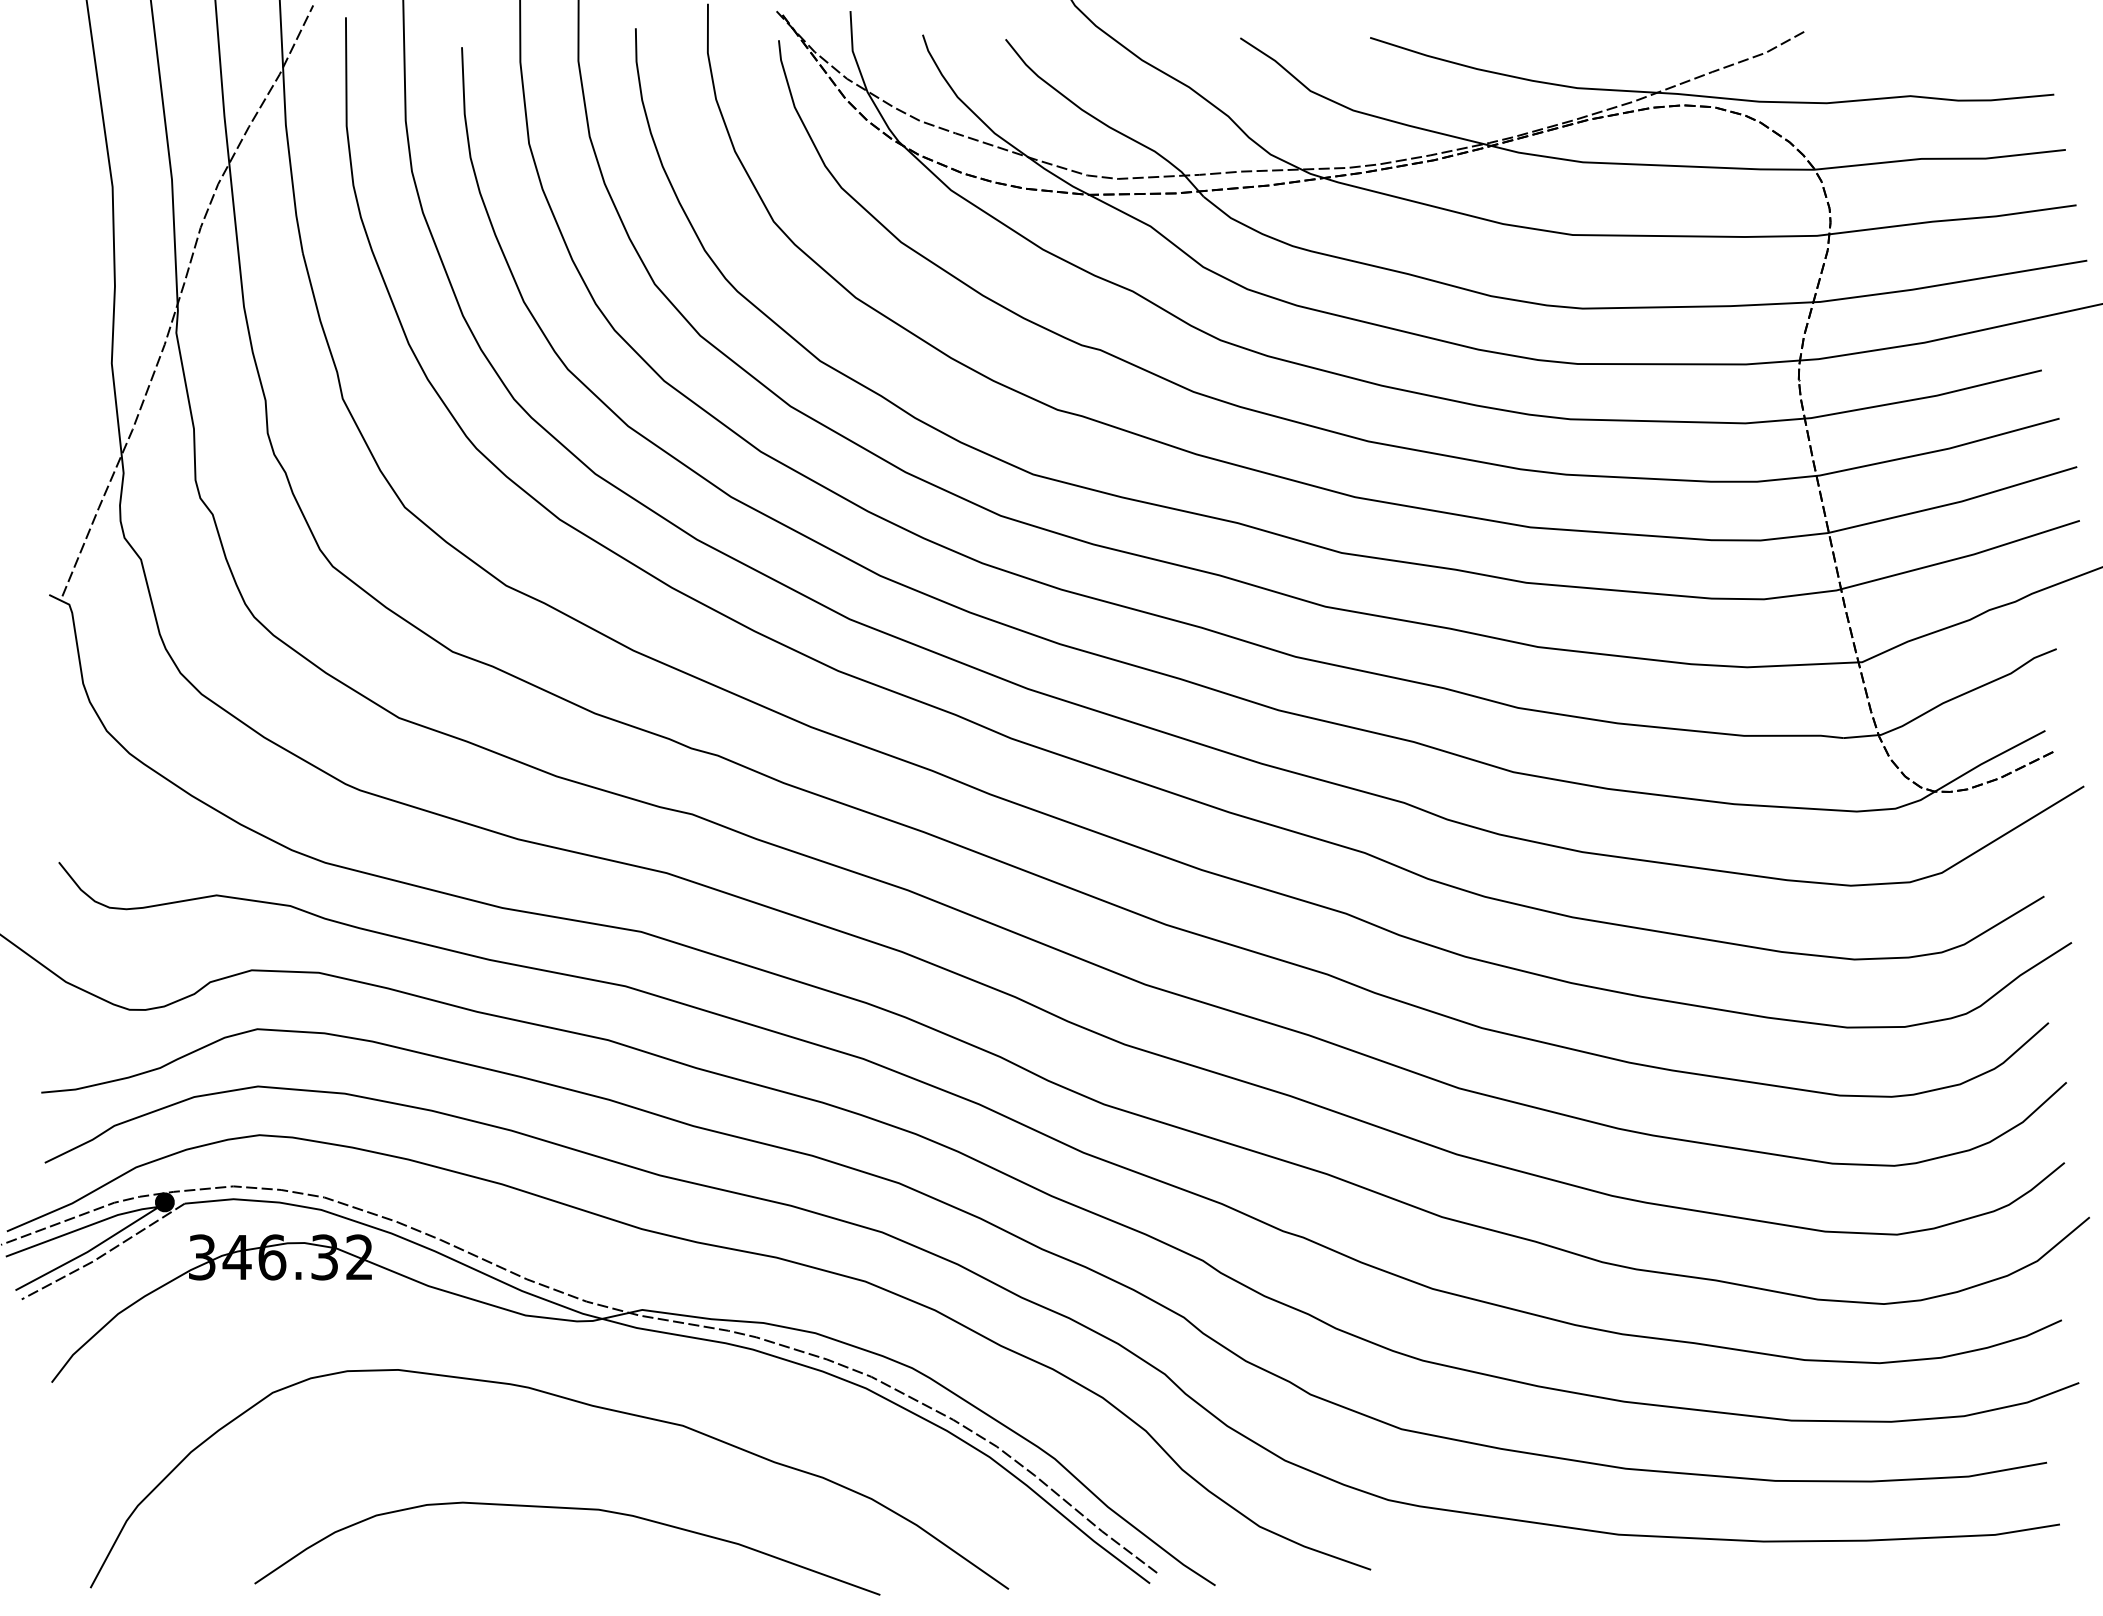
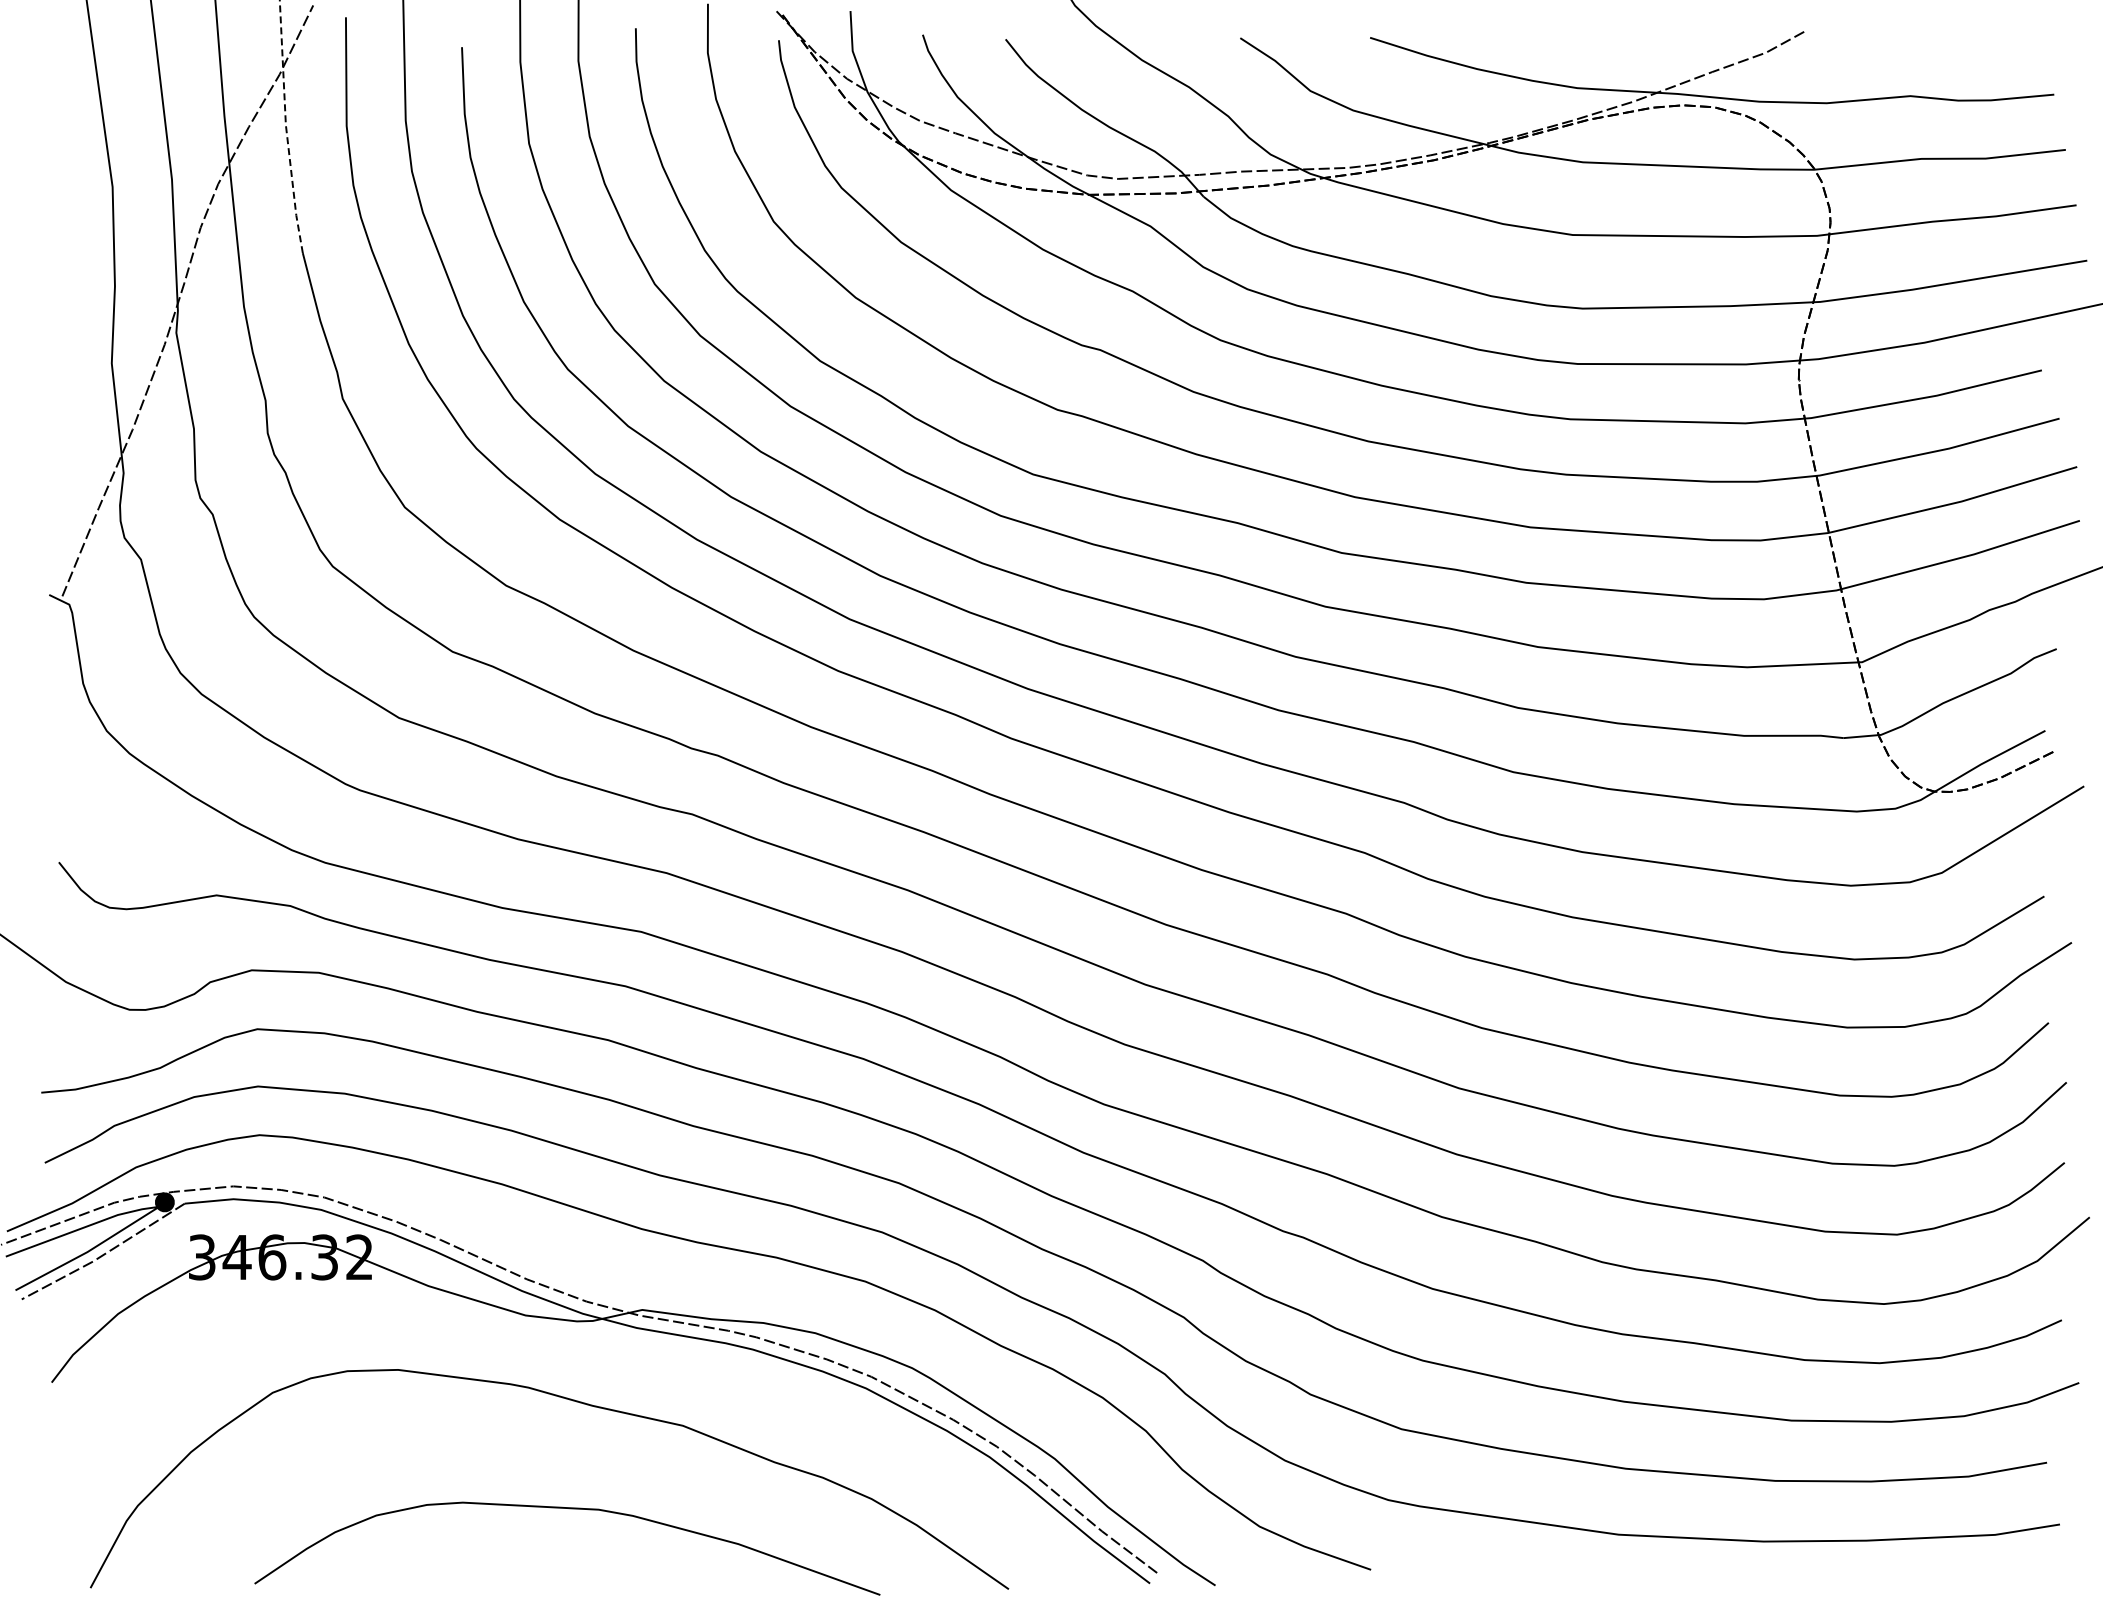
line at (286, 128): solid -> dashed
